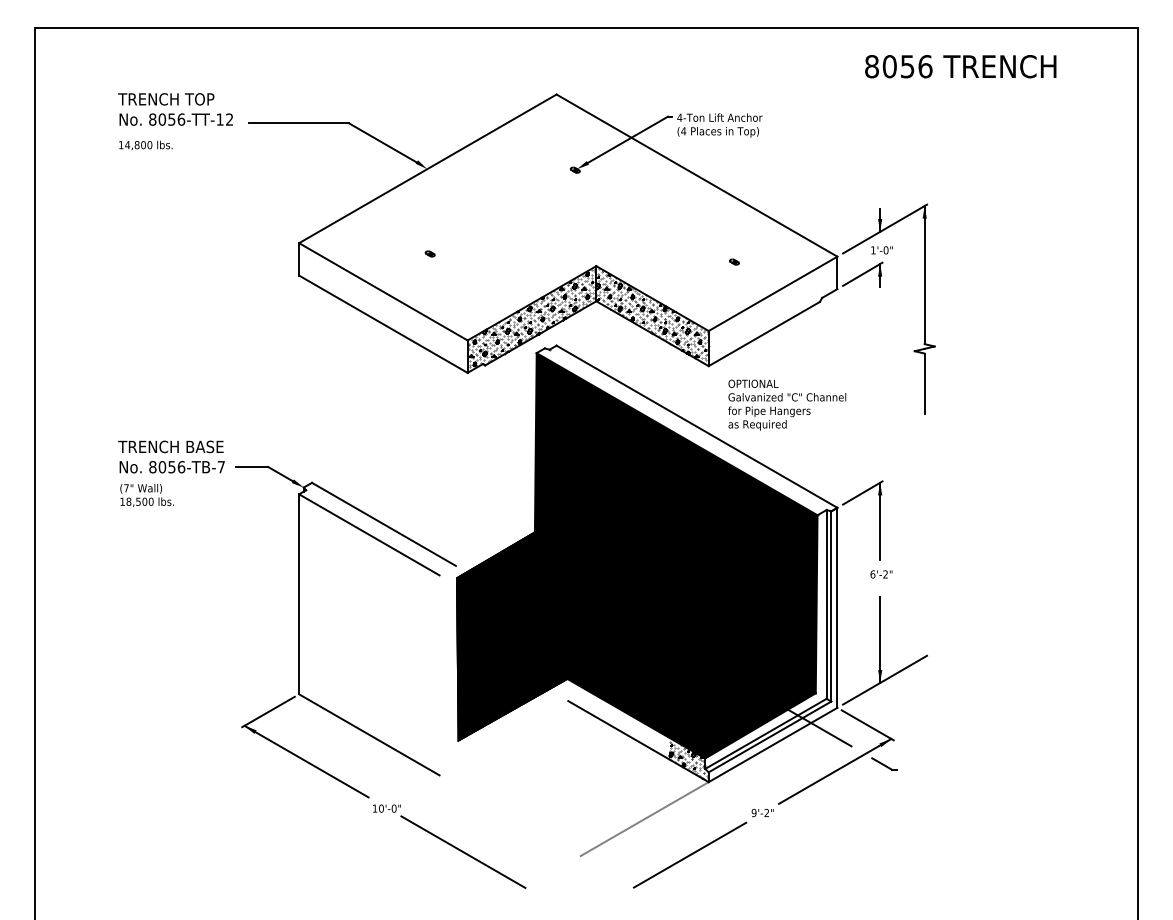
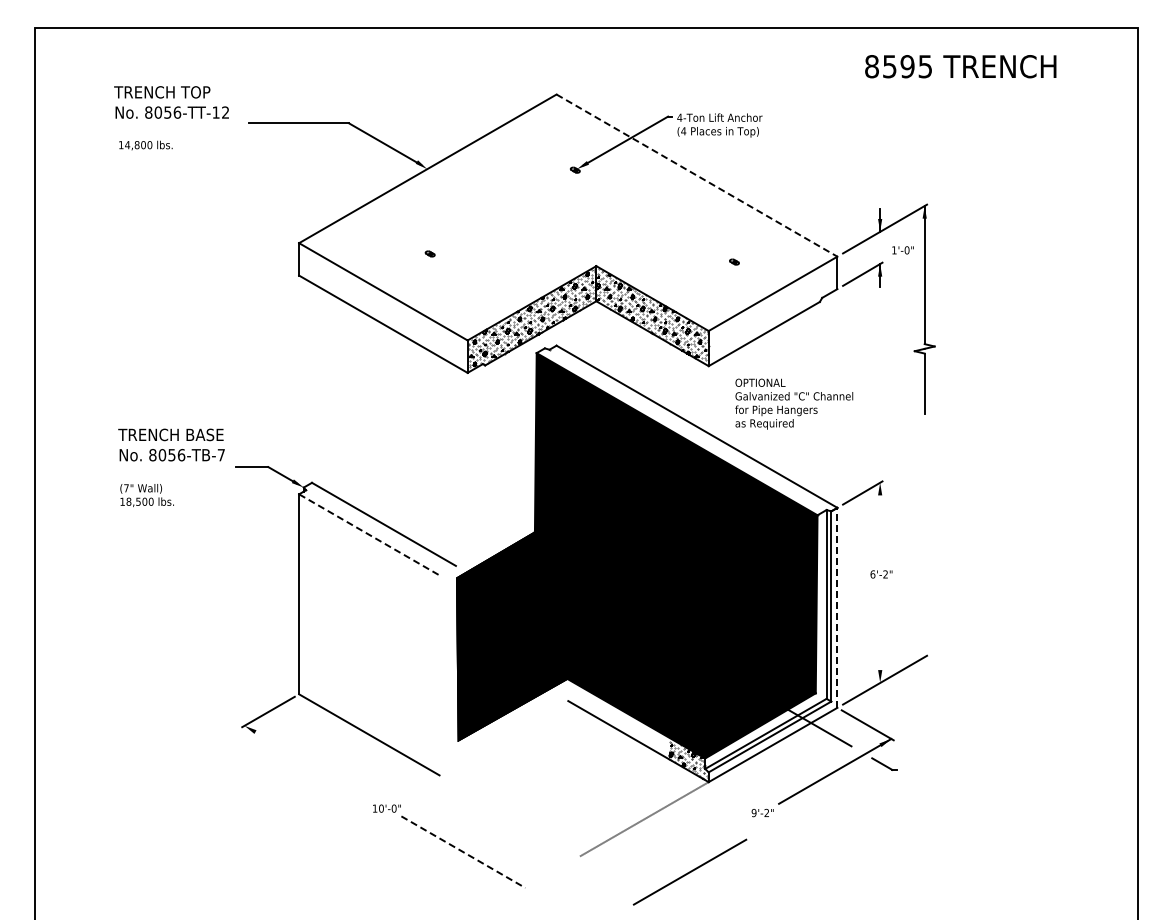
text at (907, 66): 8056 -> 8595
text at (175, 109) position: (175, 109) -> (171, 102)
line at (697, 175): solid -> dashed
text at (881, 250) position: (881, 250) -> (902, 250)
text at (787, 404) position: (787, 404) -> (794, 403)
text at (171, 456) position: (171, 456) -> (171, 444)
line at (880, 520): present -> none
line at (369, 535): solid -> dashed
line at (837, 607): solid -> dashed
line at (880, 639): present -> none
line at (306, 761): present -> none
line at (463, 852): solid -> dashed
line at (689, 854) position: (689, 854) -> (689, 871)
